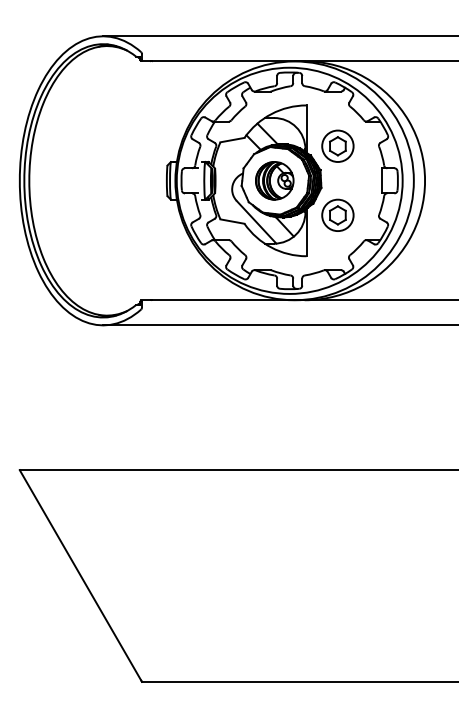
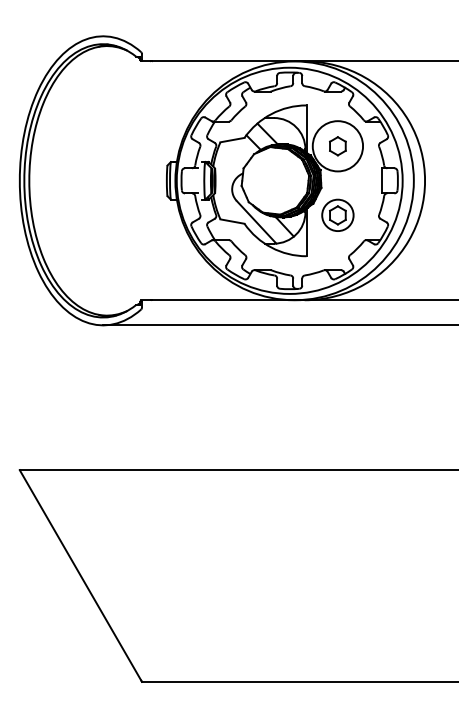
line at (279, 36): present -> none
circle at (337, 145) diameter: 31 px -> 50 px
part at (274, 180): present -> none
